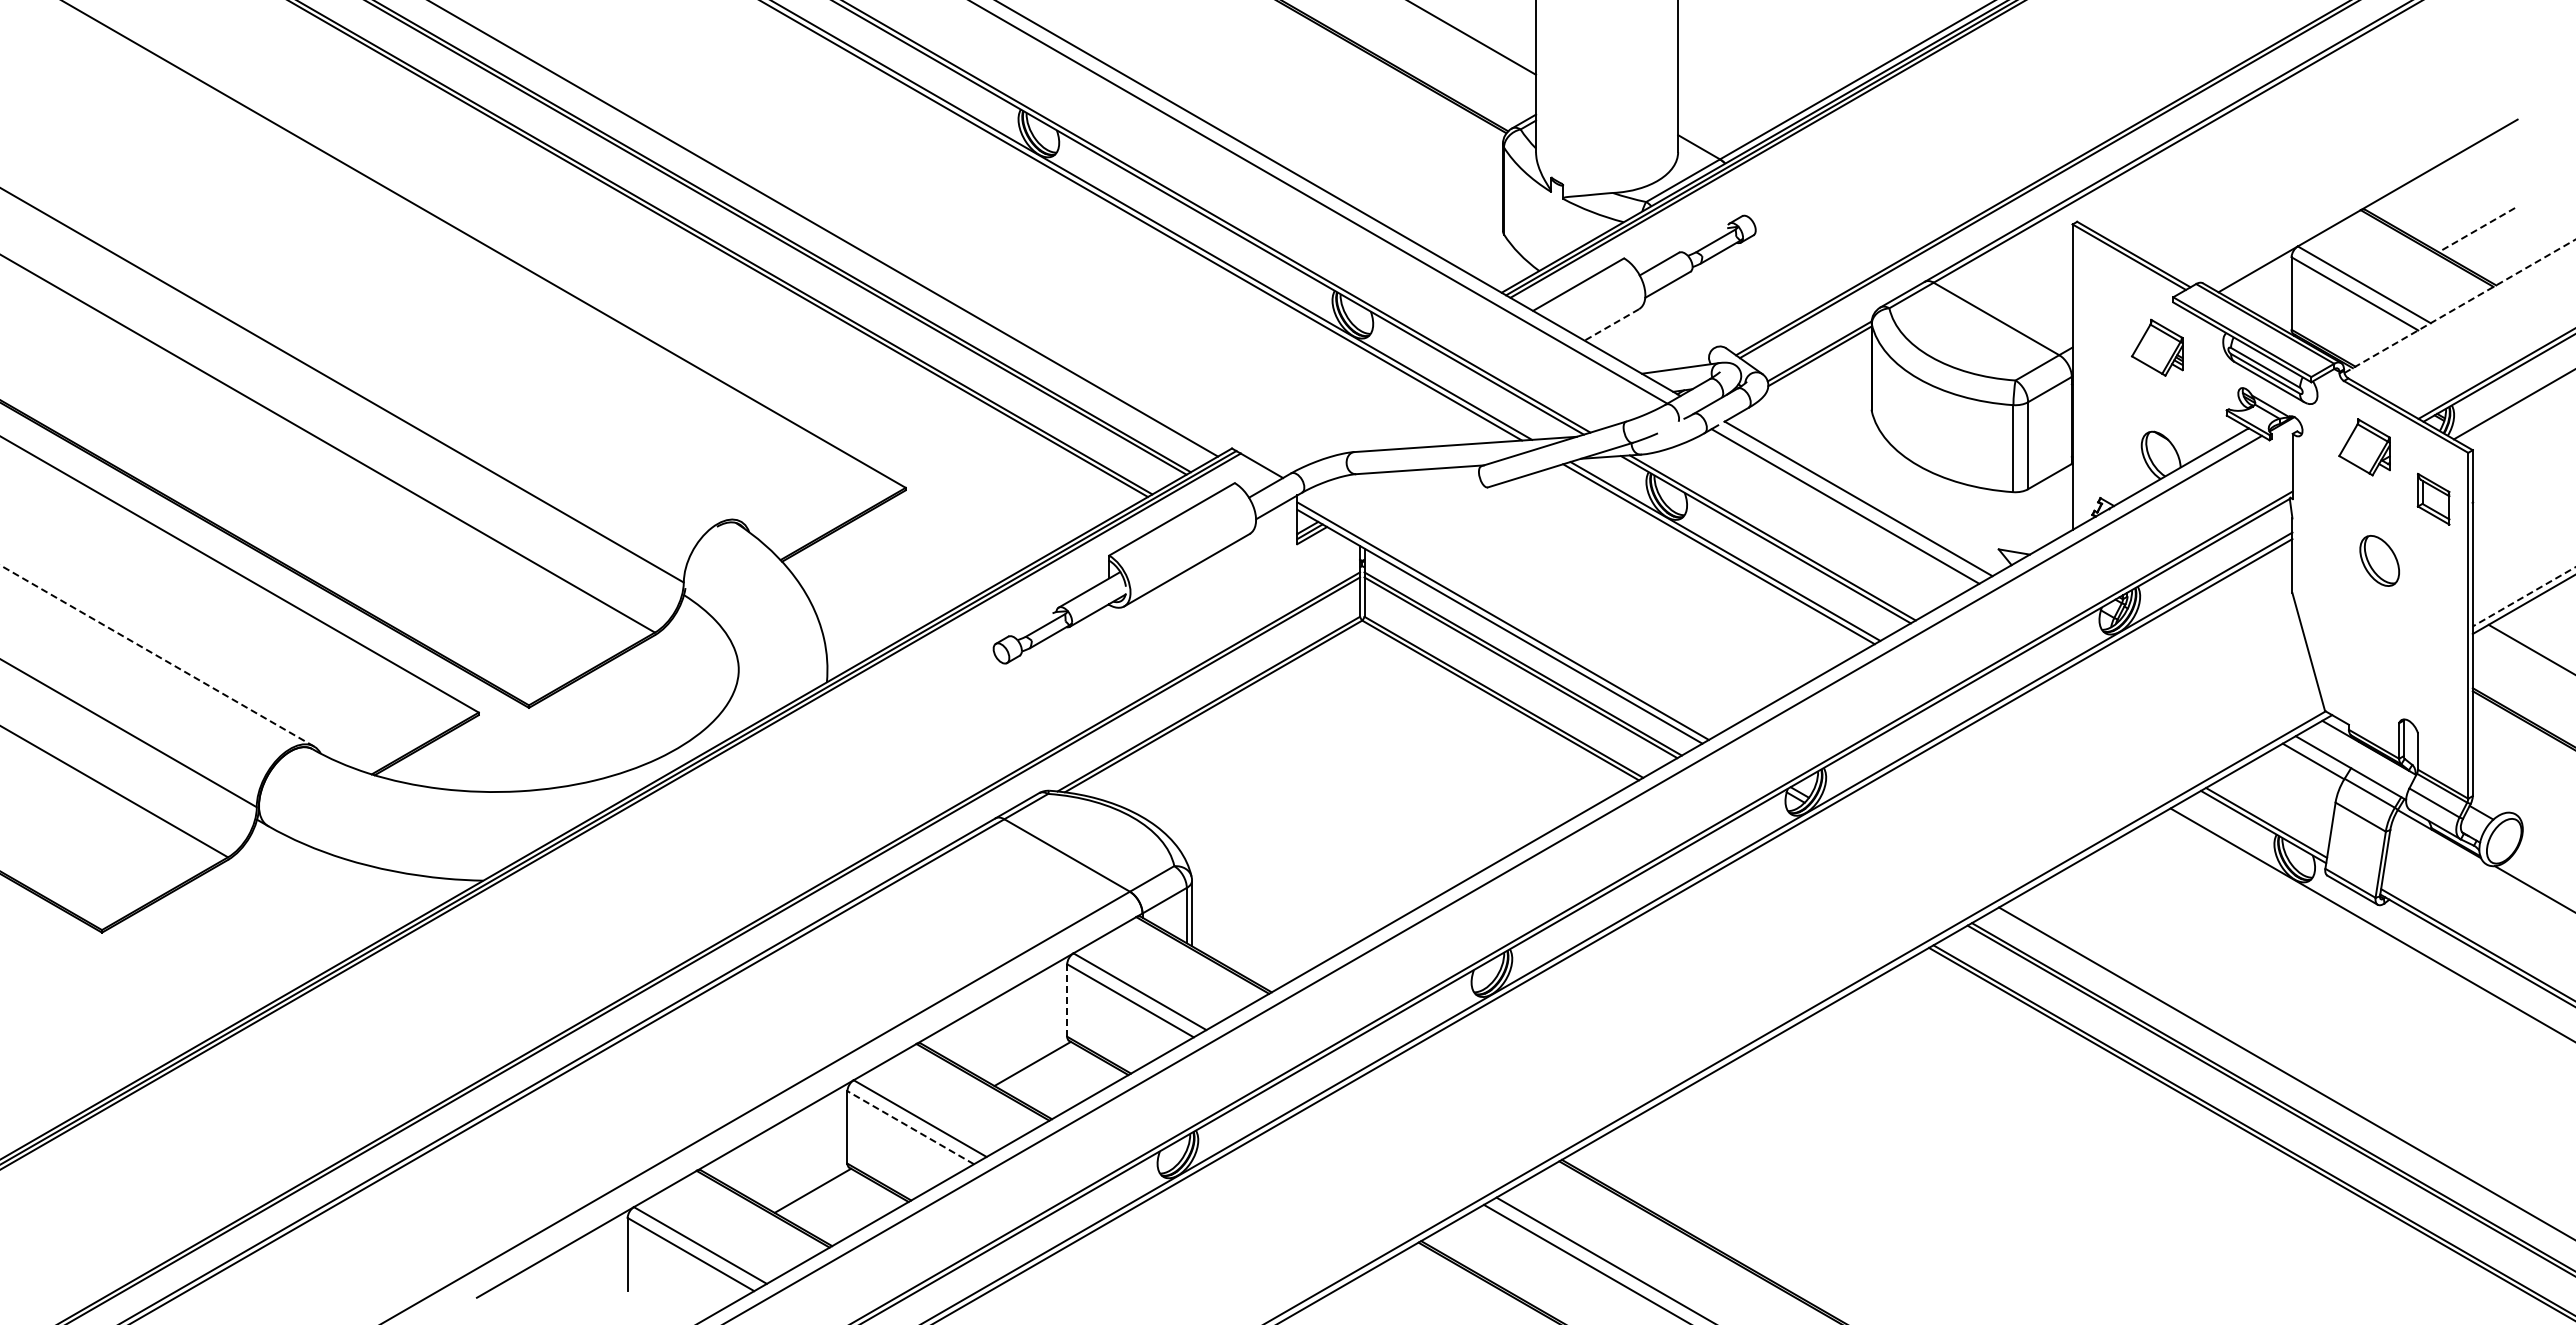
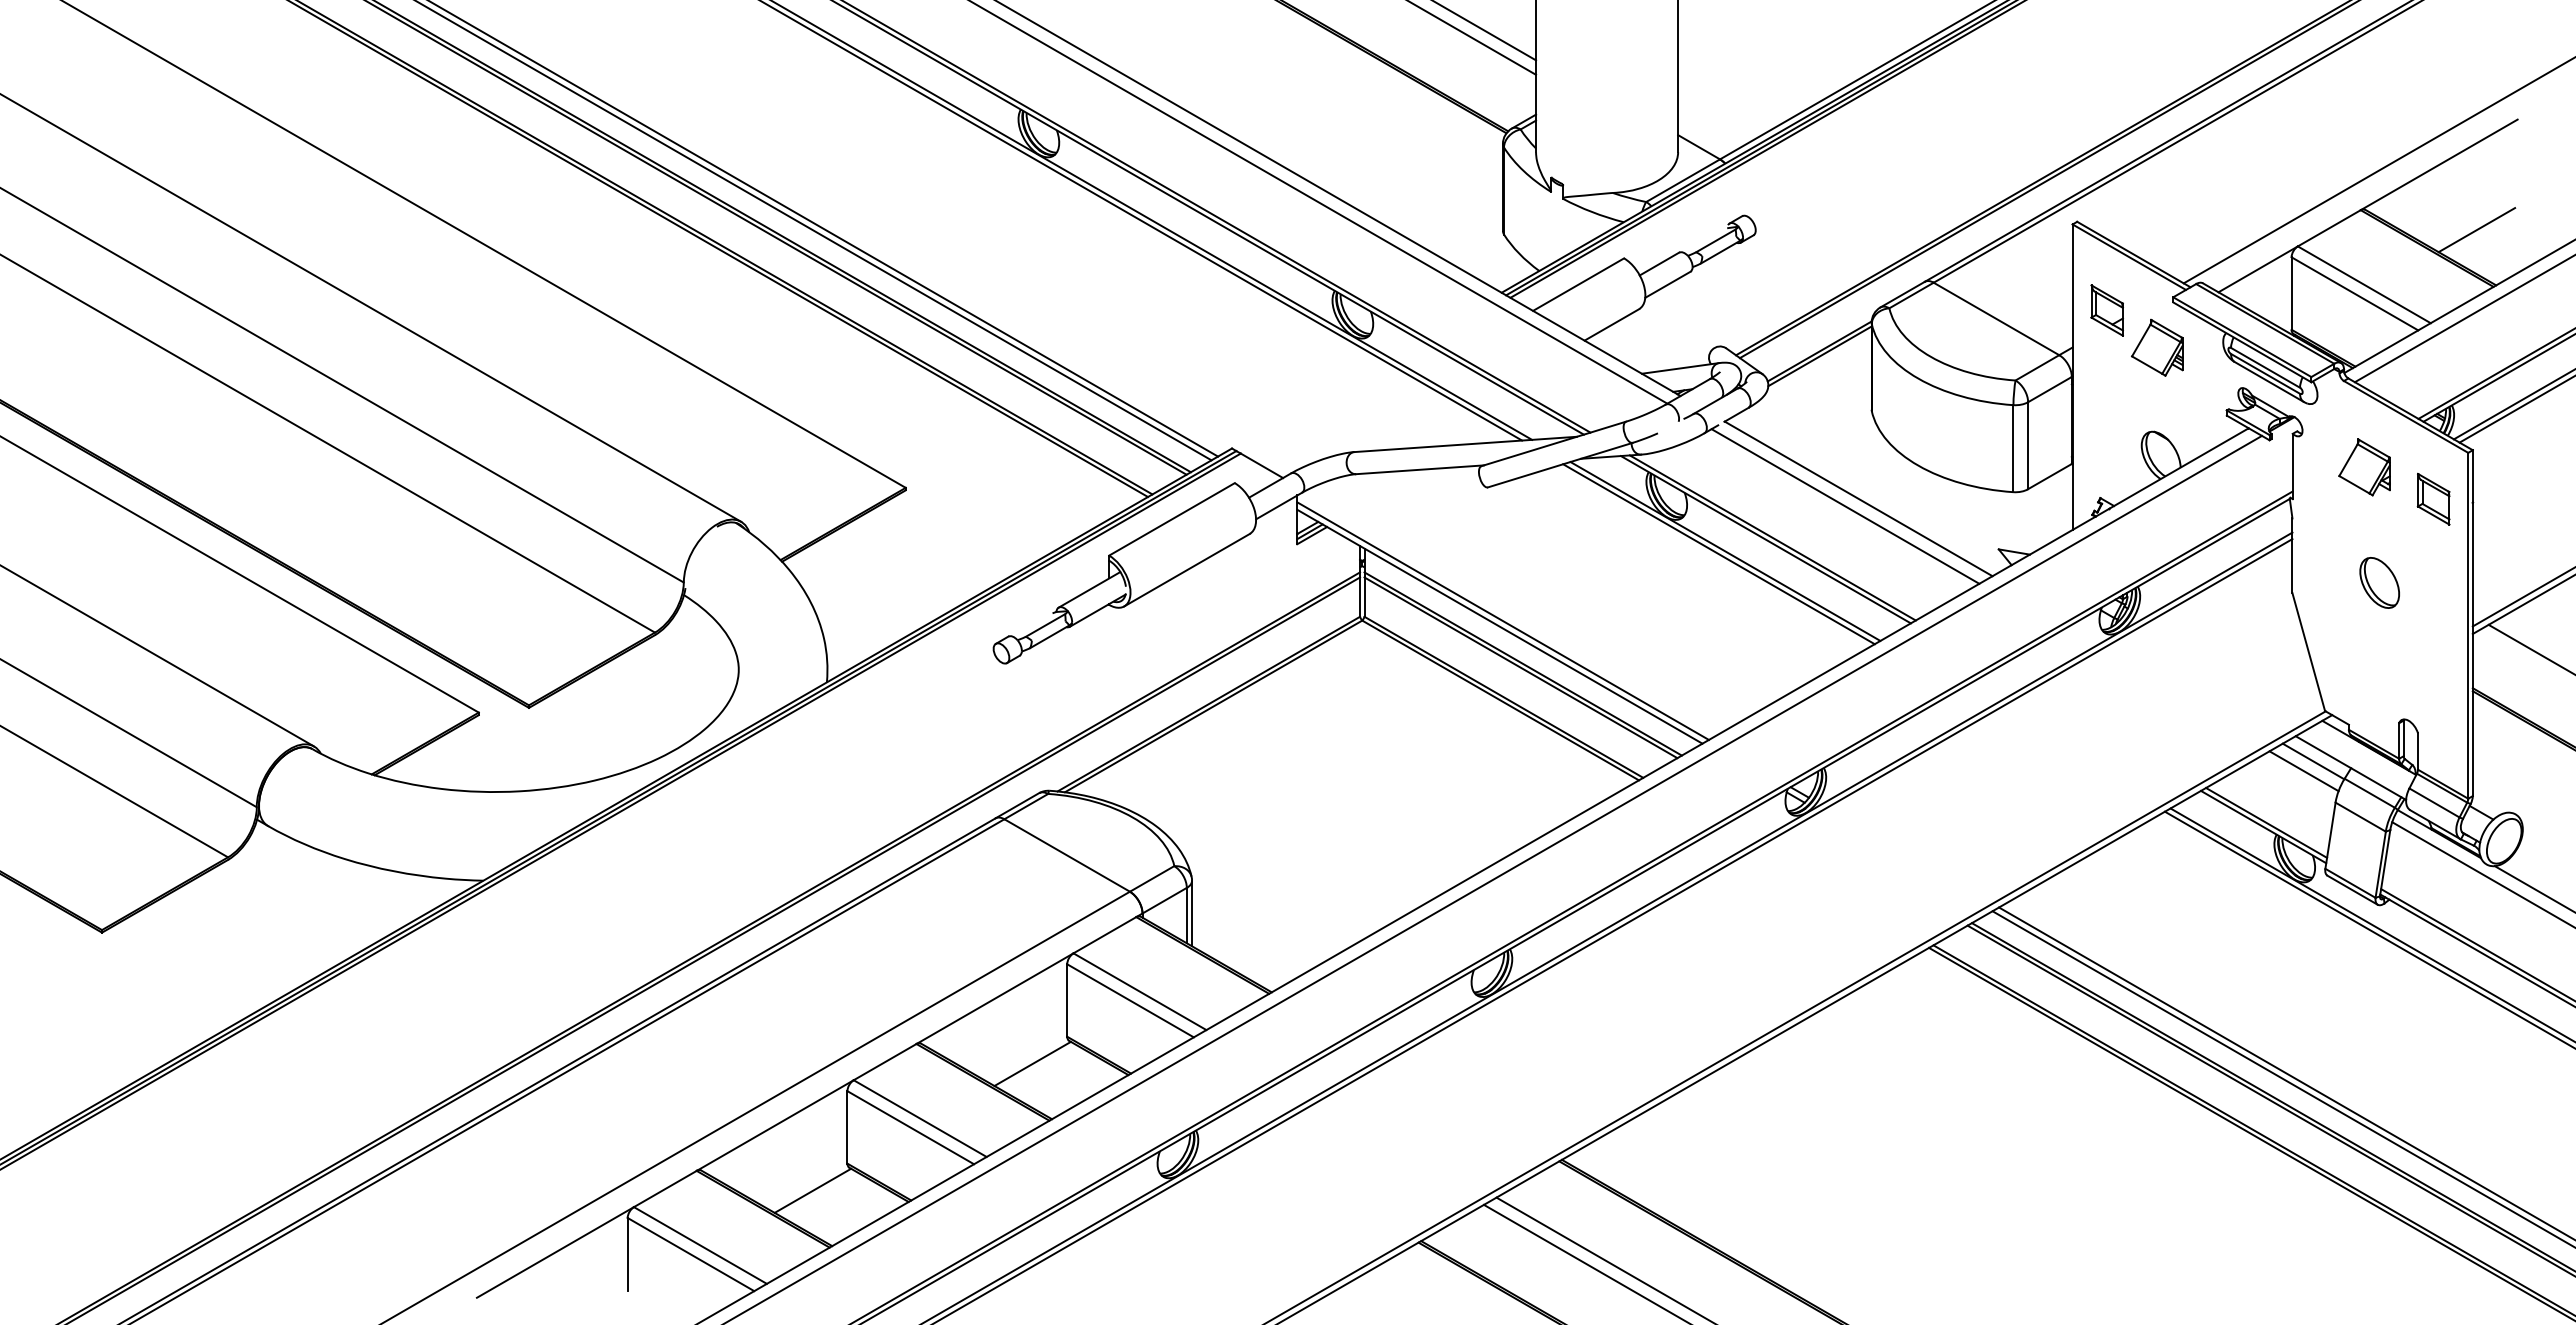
line at (1485, 31): none -> present
line at (2377, 170): none -> present
line at (2476, 230): dashed -> solid
line at (814, 231): none -> present
line at (2460, 306): dashed -> solid
line at (371, 308): none -> present
part at (2106, 310): none -> present
line at (2463, 319): none -> present
line at (1611, 325): dashed -> solid
line at (2515, 409): none -> present
part at (2364, 447) position: (2364, 447) -> (2364, 467)
part at (2379, 560) position: (2379, 560) -> (2379, 582)
line at (2523, 596): dashed -> solid
line at (156, 655): dashed -> solid
line at (2303, 771): none -> present
line at (2482, 874): none -> present
line at (2368, 929): none -> present
line at (1067, 1000): dashed -> solid
line at (2282, 1078): none -> present
line at (910, 1127): dashed -> solid
